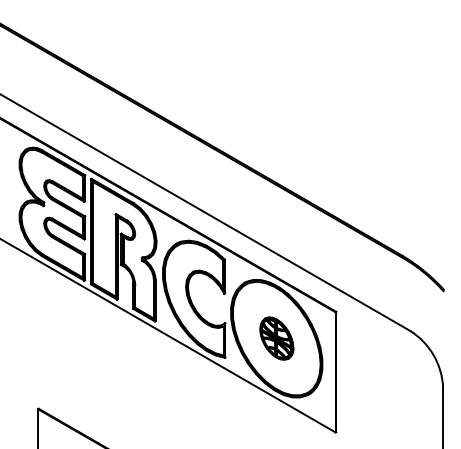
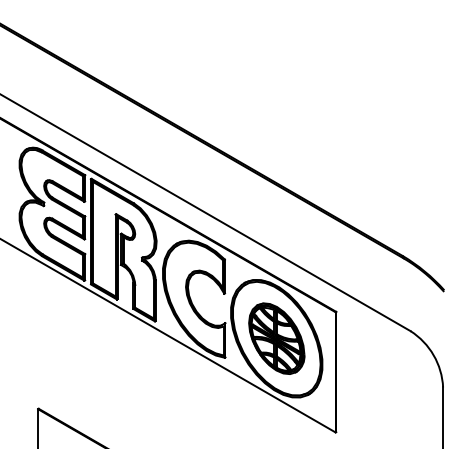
part at (276, 338) size: 36x45 px -> 58x73 px
